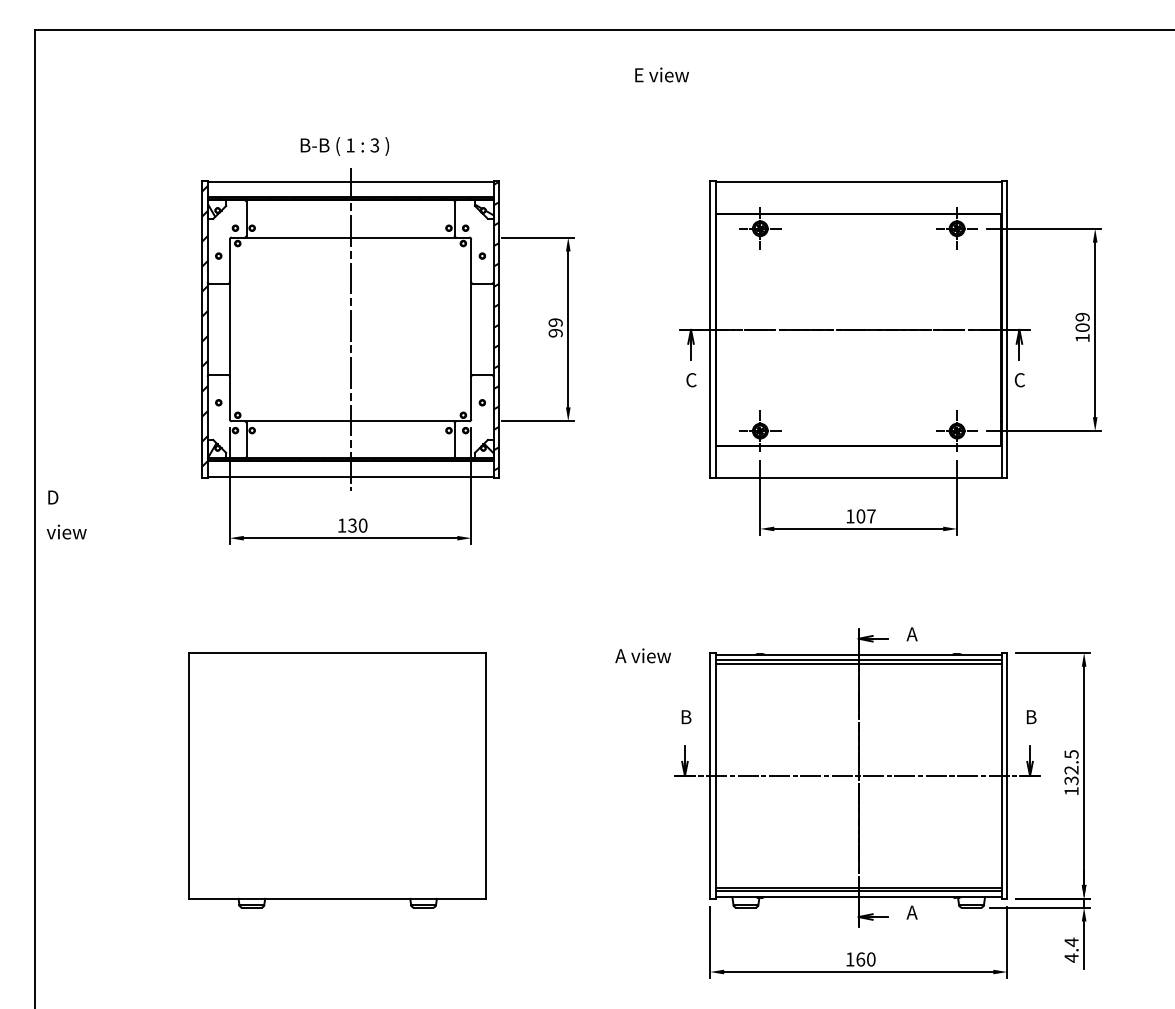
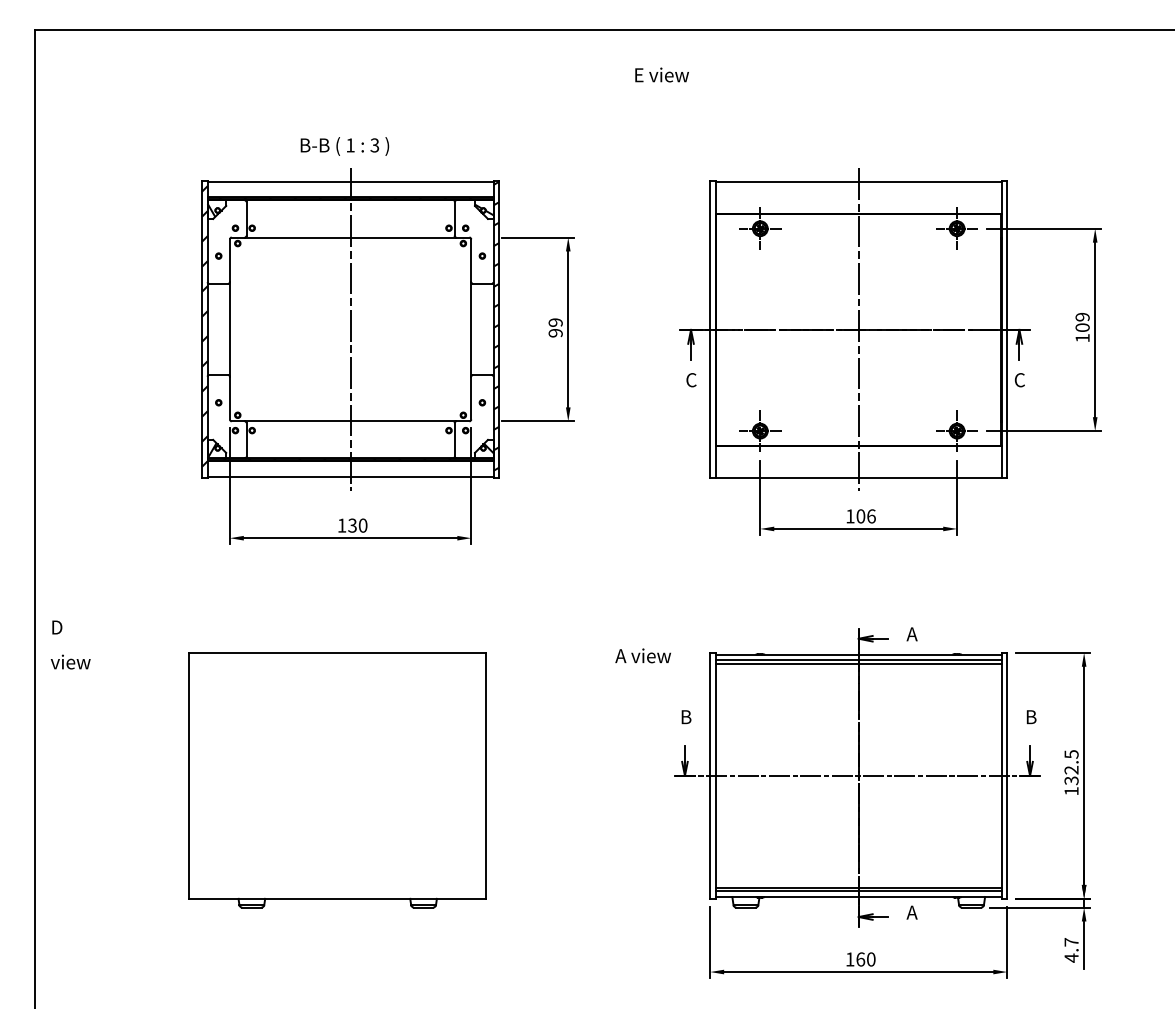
line at (858, 329): none -> present
text at (66, 514) position: (66, 514) -> (70, 644)
text at (871, 516): 107 -> 106
text at (1071, 942): 4.4 -> 4.7
